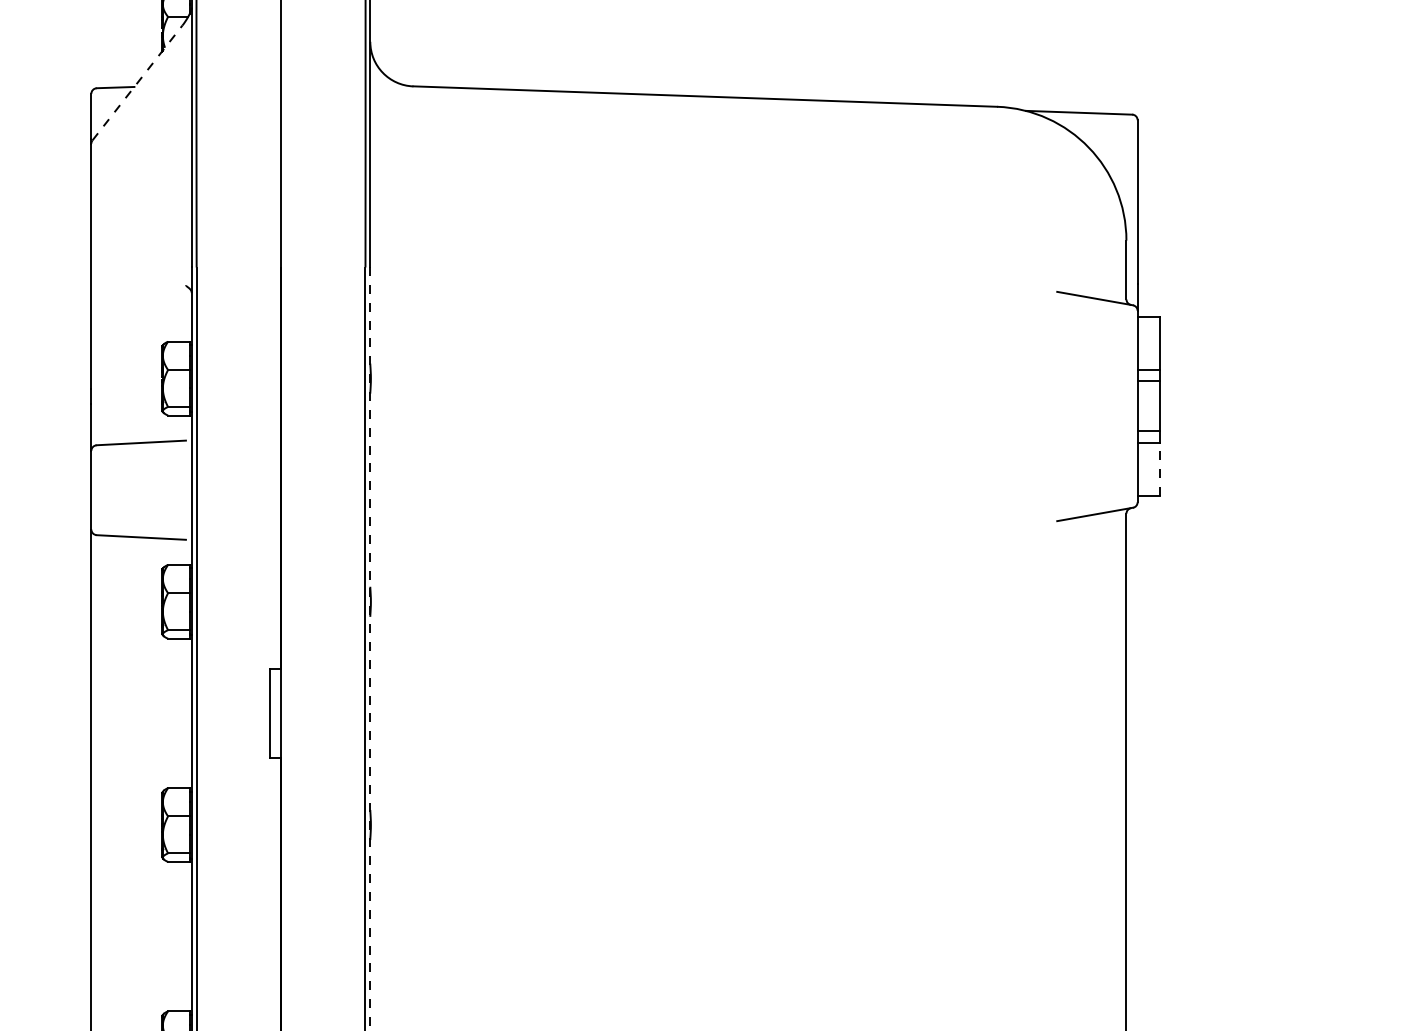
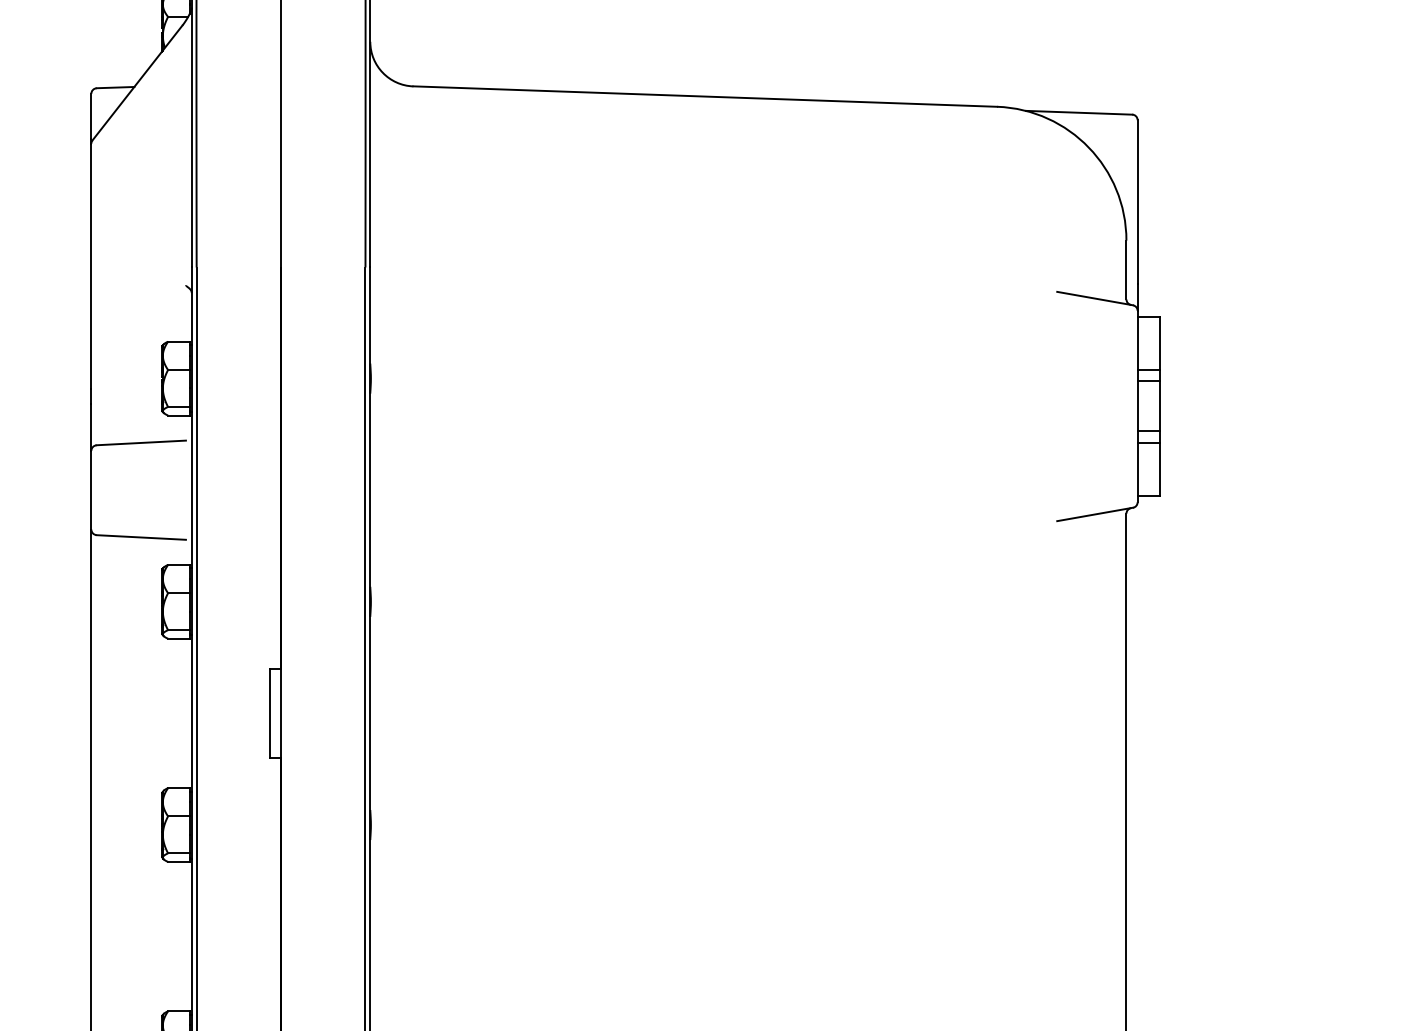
line at (137, 83): dashed -> solid
line at (1159, 469): dashed -> solid
line at (370, 649): dashed -> solid
